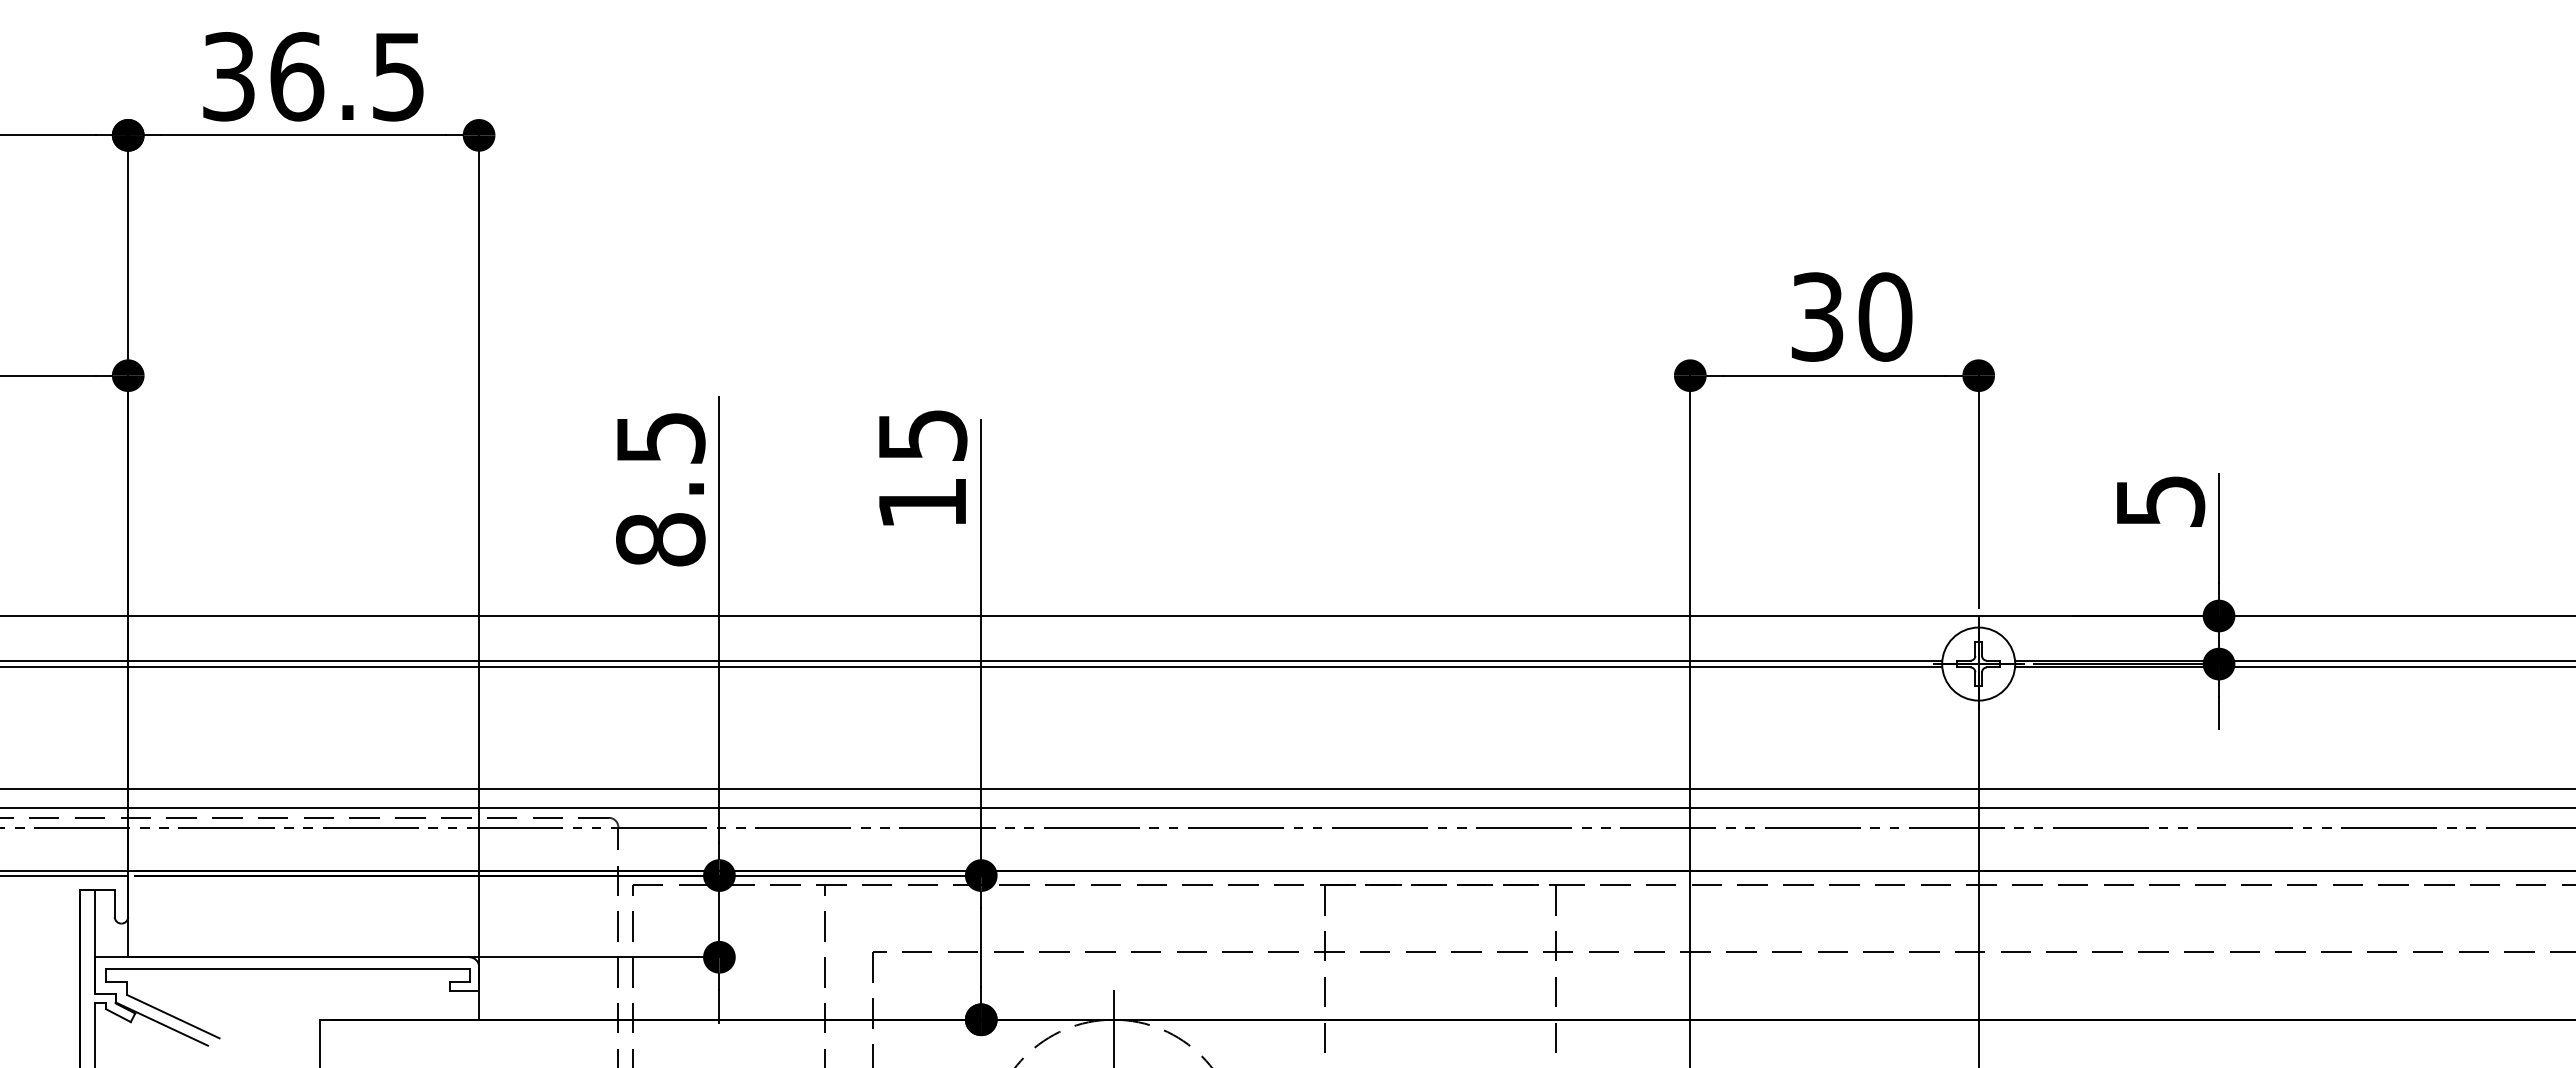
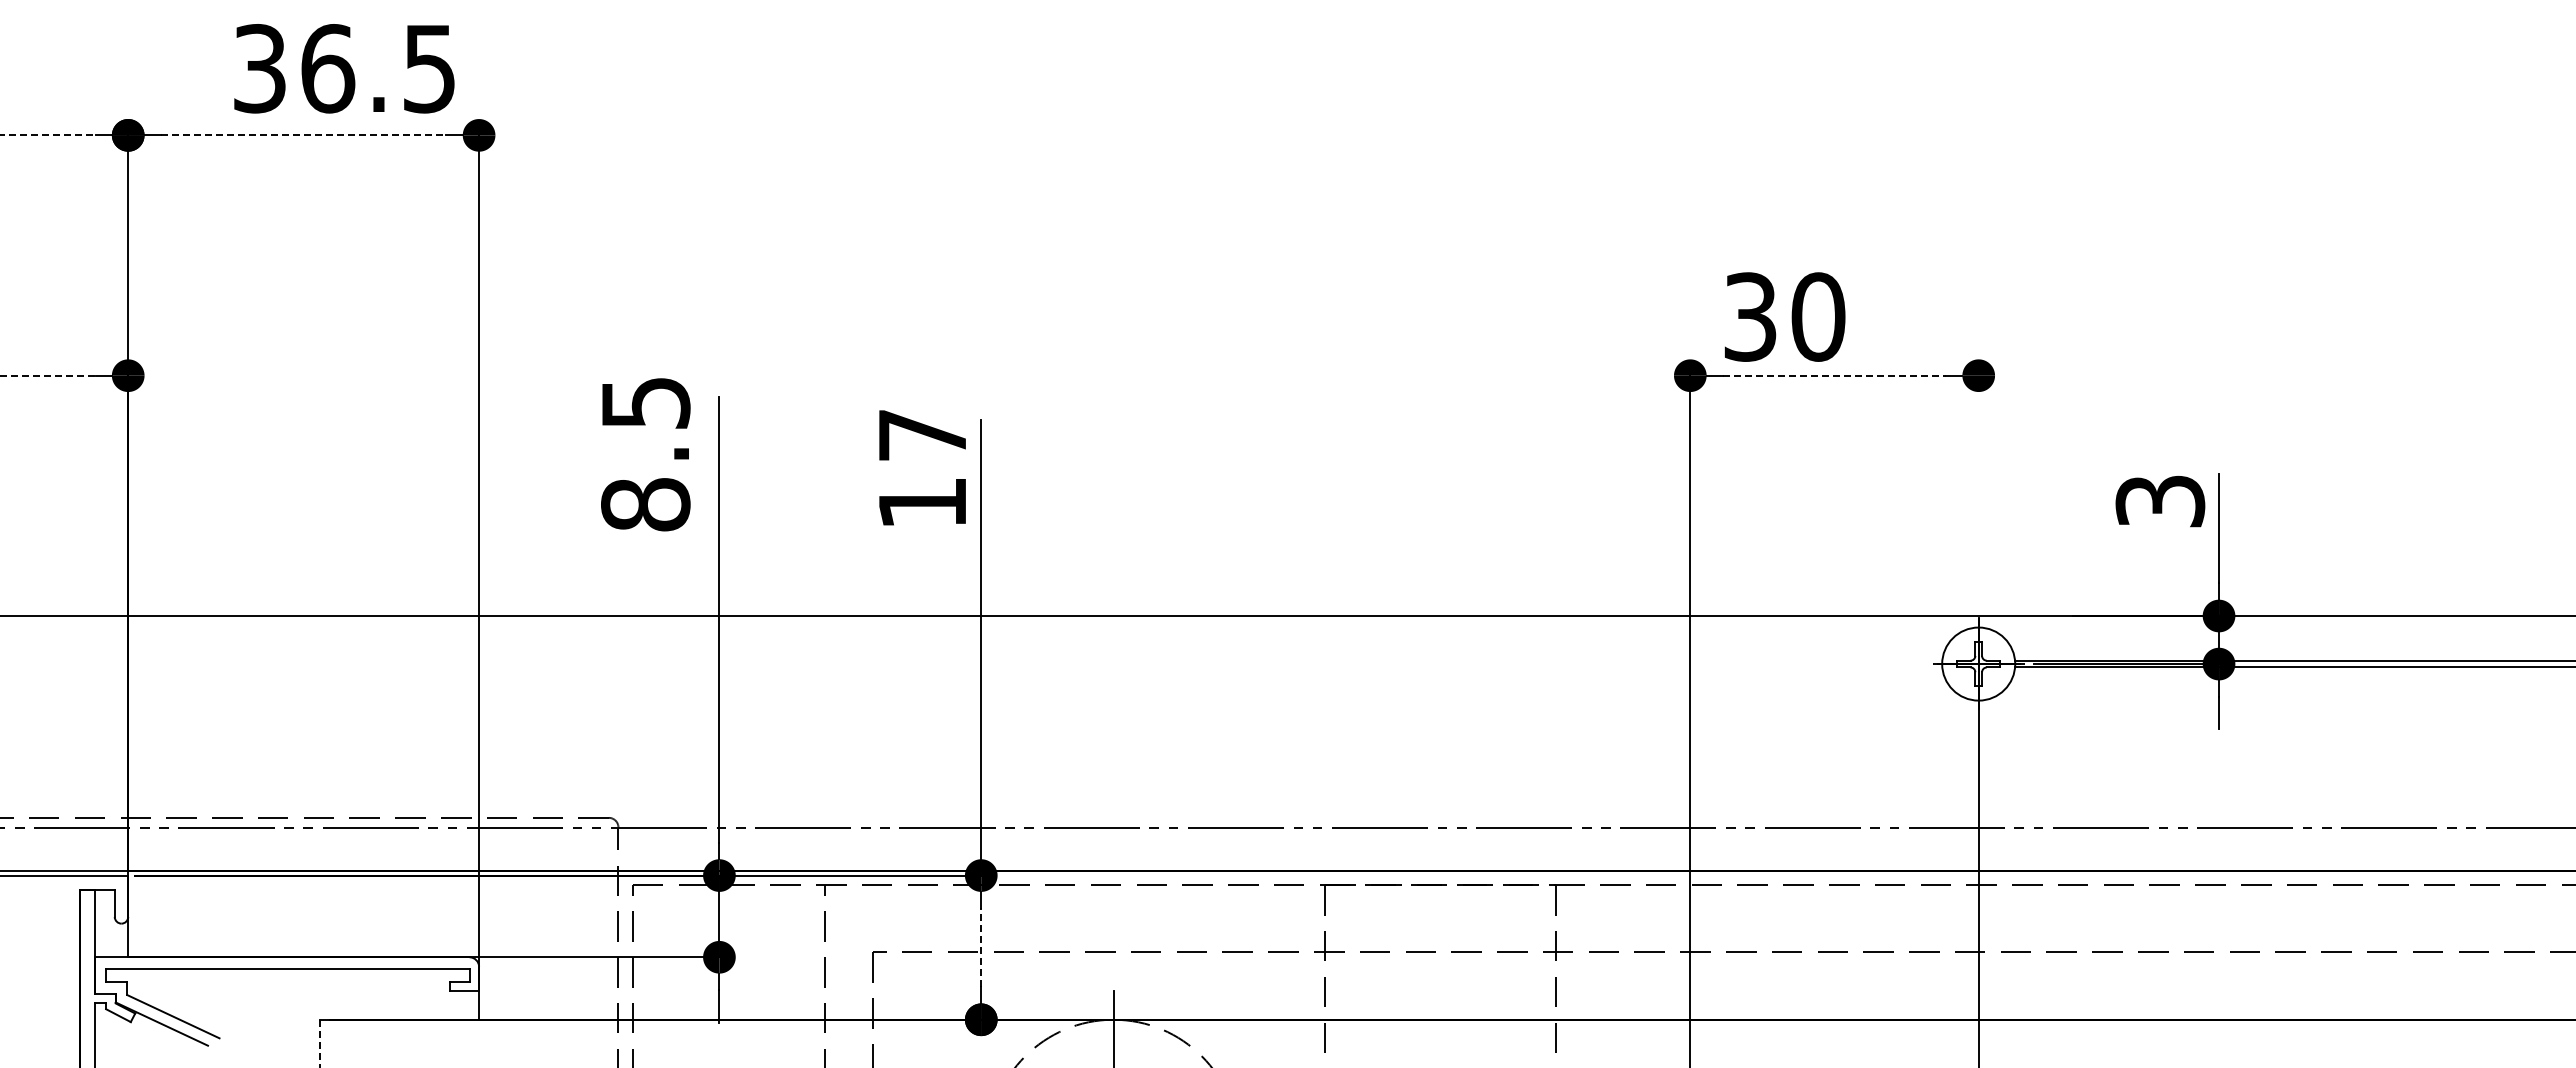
text at (313, 76) position: (313, 76) -> (344, 68)
line at (48, 135): solid -> dashed
line at (303, 135): solid -> dashed
text at (1852, 316) position: (1852, 316) -> (1785, 316)
line at (48, 375): solid -> dashed
line at (1834, 375): solid -> dashed
text at (923, 435): 15 -> 17
line at (1978, 487): present -> none
text at (660, 489) position: (660, 489) -> (645, 454)
text at (2159, 501): 5 -> 3
line at (972, 661): present -> none
line at (972, 666): present -> none
line at (1287, 789): present -> none
line at (1287, 807): present -> none
line at (981, 947): solid -> dashed
line at (320, 1043): solid -> dashed
